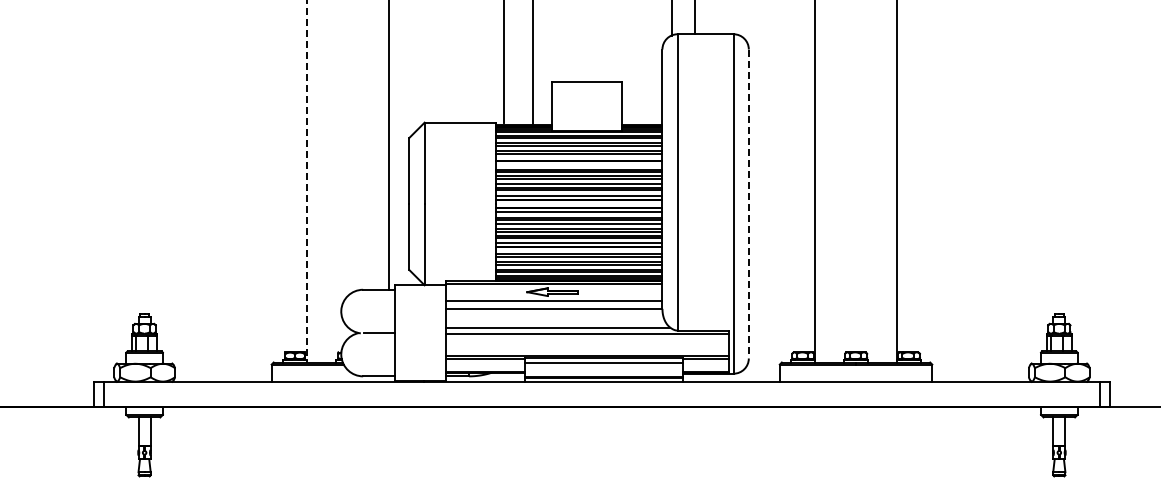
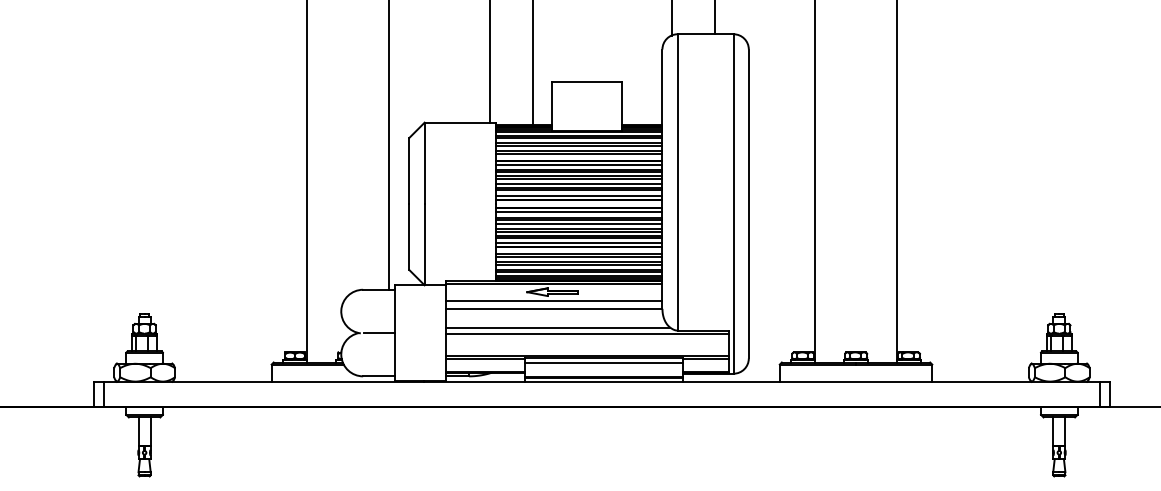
line at (695, 18) position: (695, 18) -> (715, 18)
line at (503, 62) position: (503, 62) -> (489, 62)
line at (578, 164): none -> present
line at (307, 181): dashed -> solid
line at (748, 204): dashed -> solid
